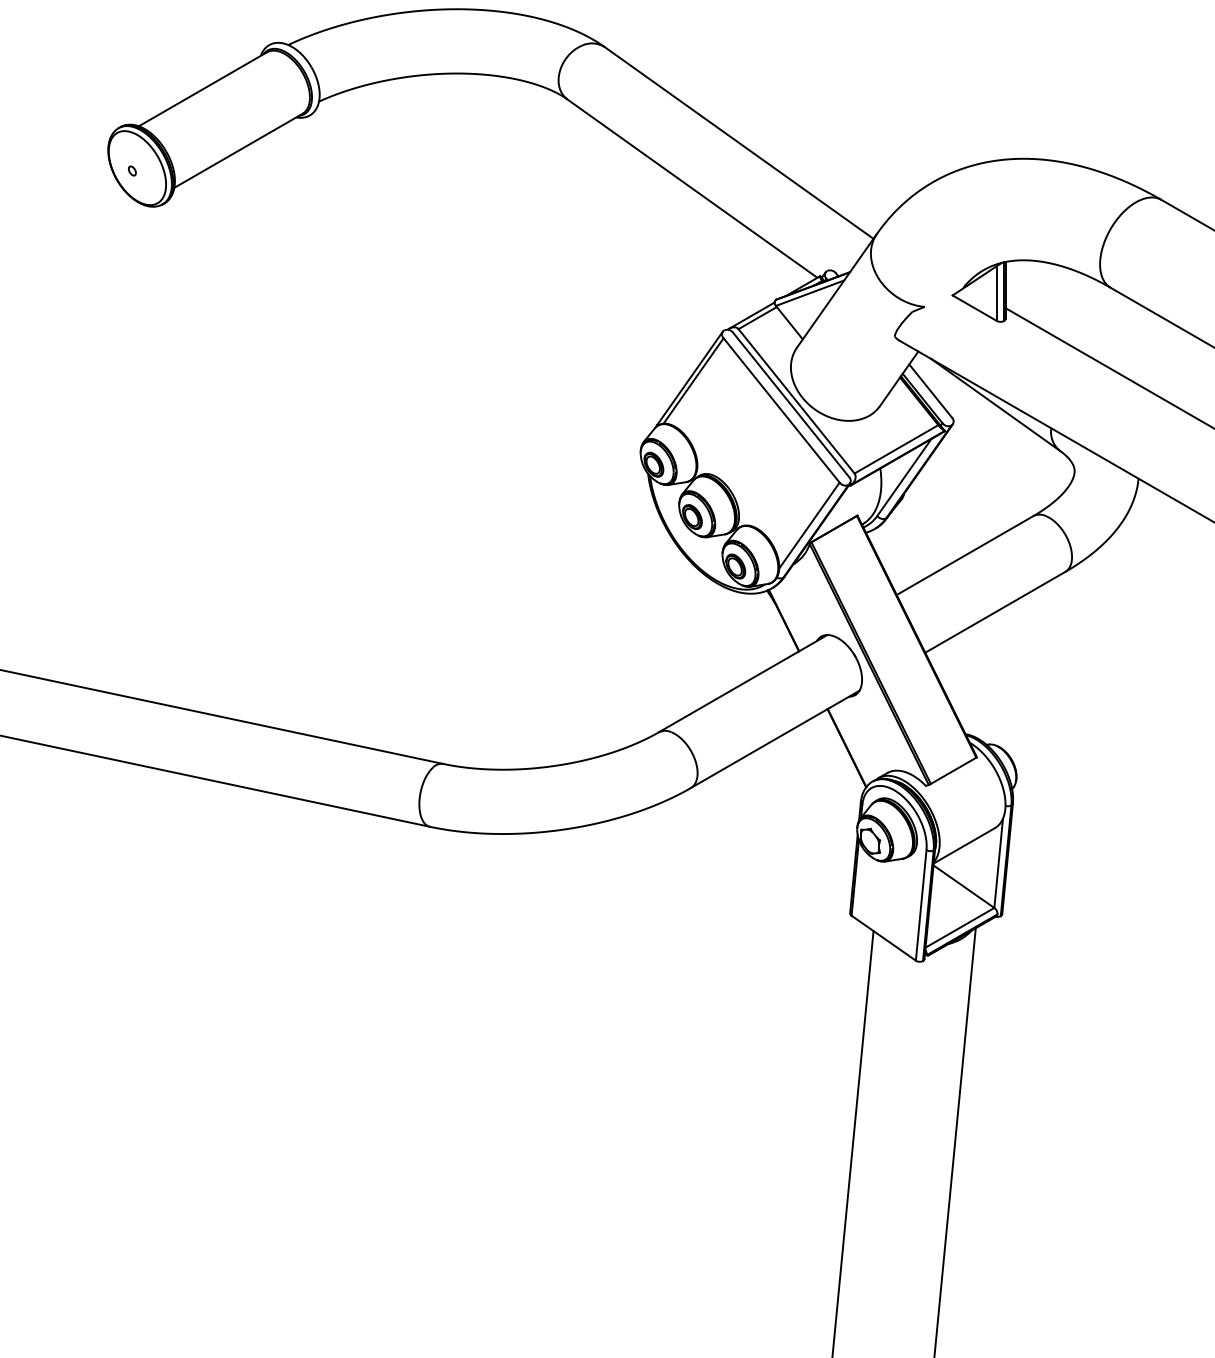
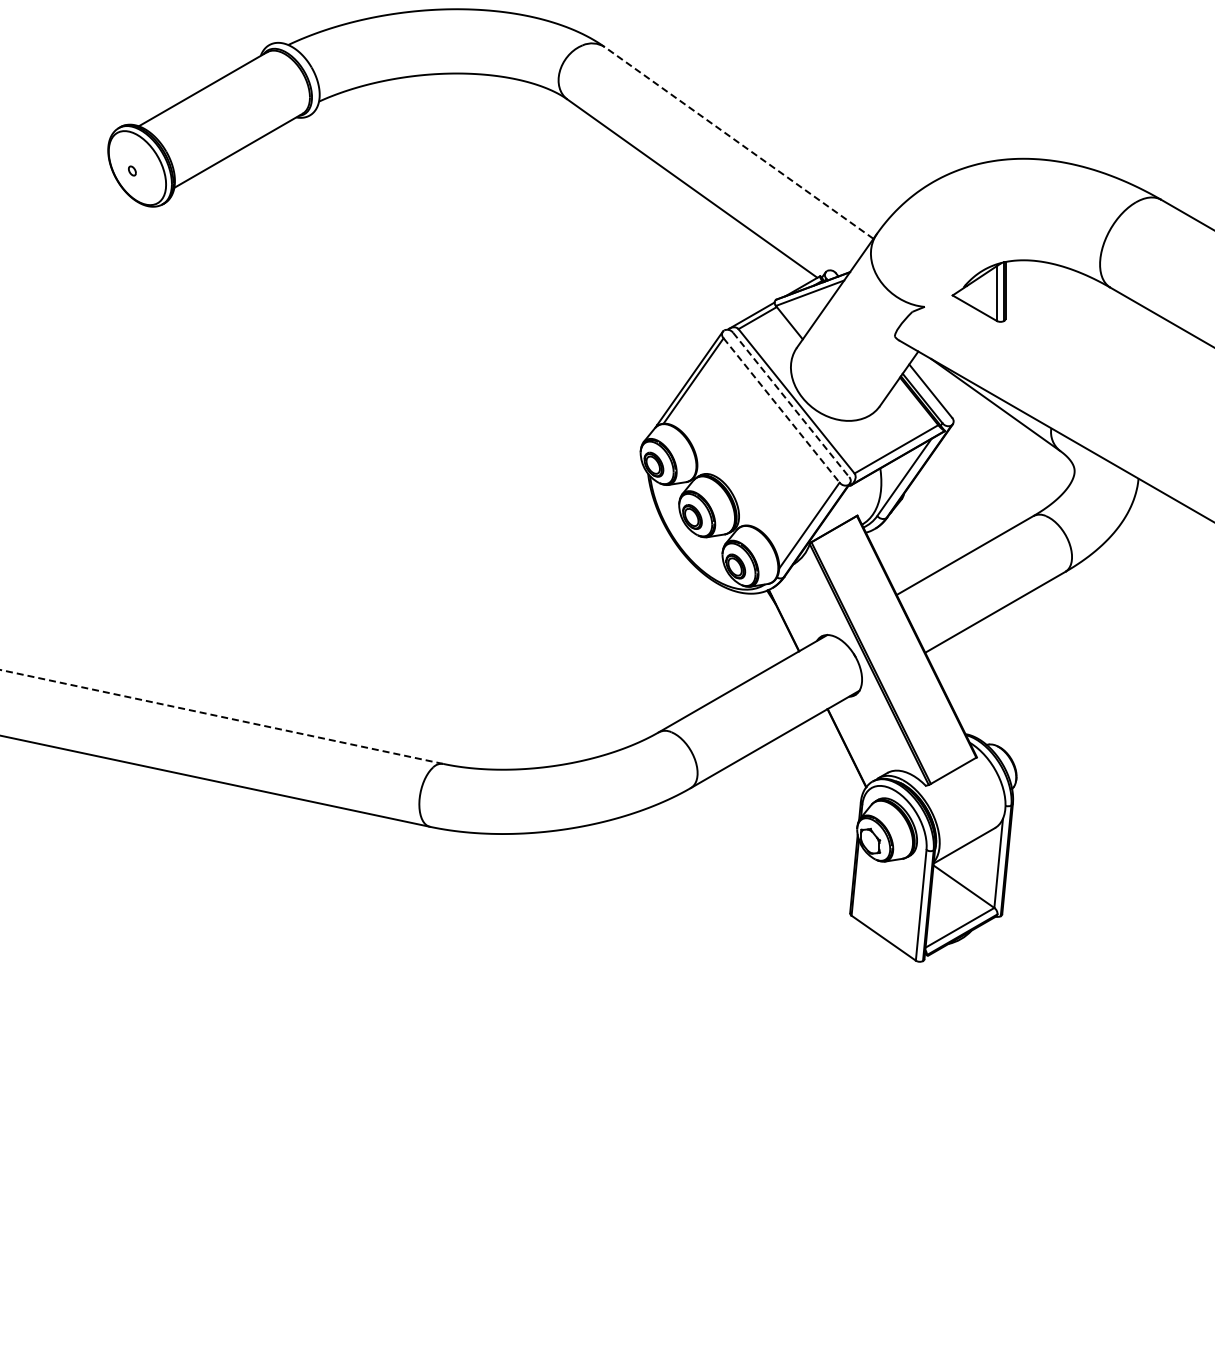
line at (738, 142): solid -> dashed
line at (1108, 367): present -> none
line at (791, 404): solid -> dashed
line at (781, 410): solid -> dashed
line at (221, 716): solid -> dashed
line at (954, 1141): present -> none
line at (852, 1142): present -> none
